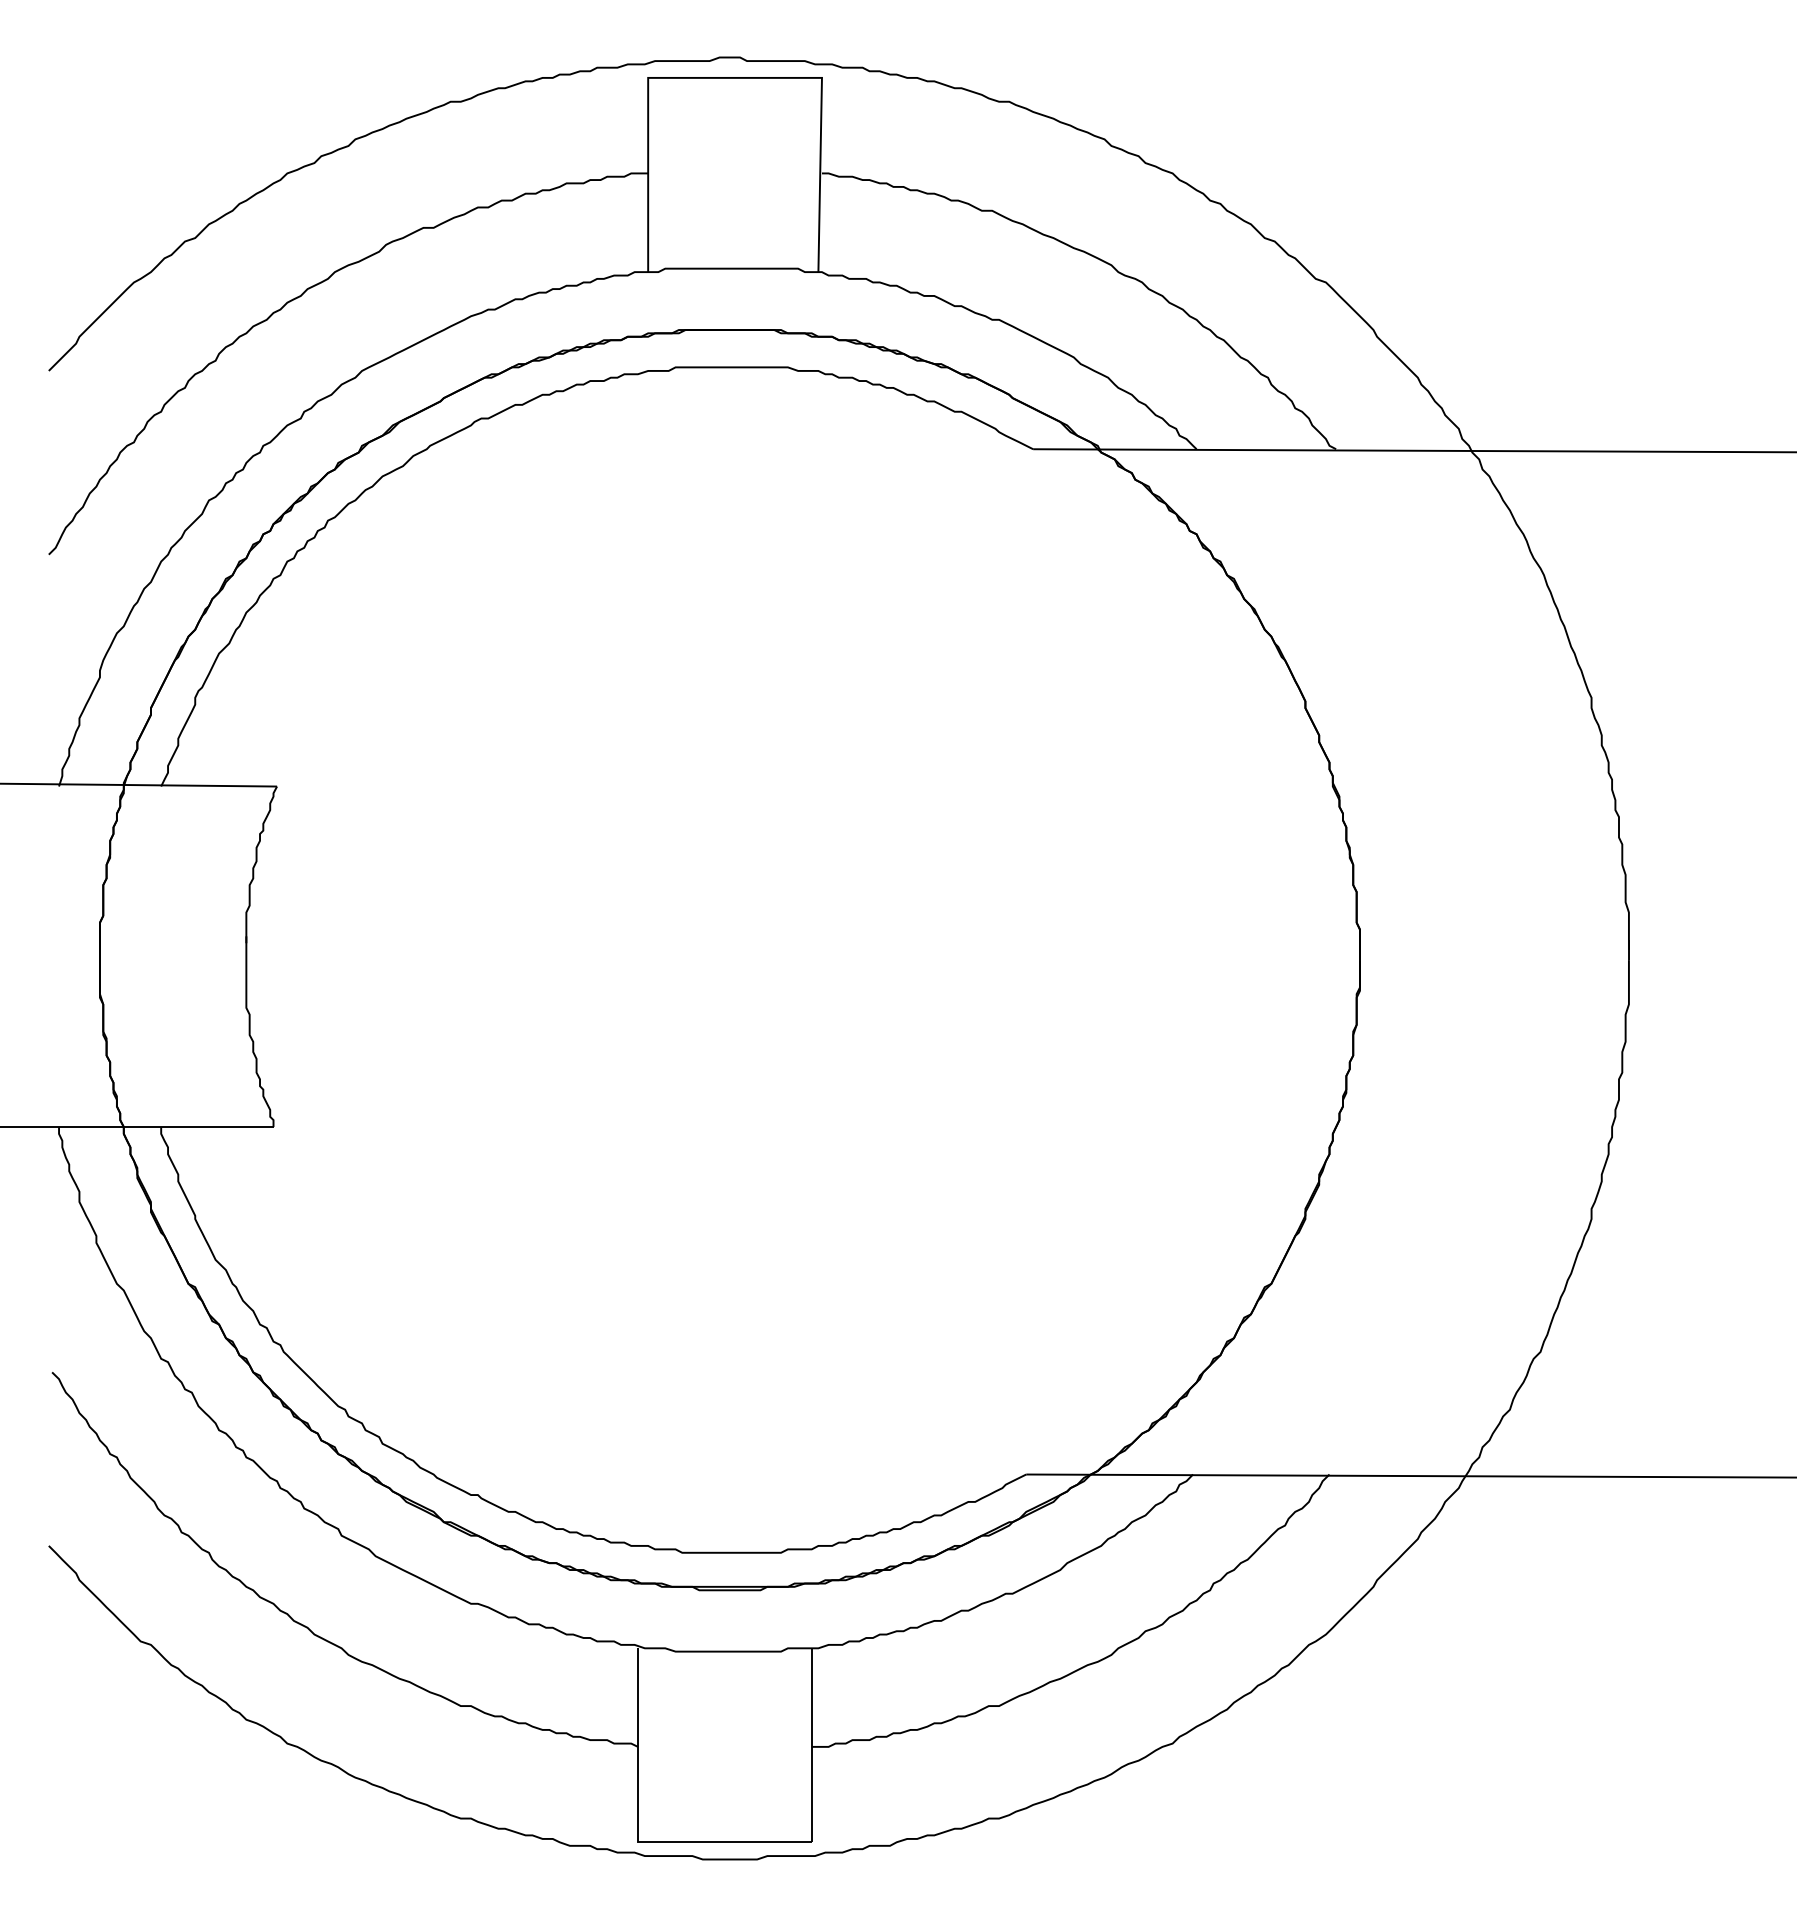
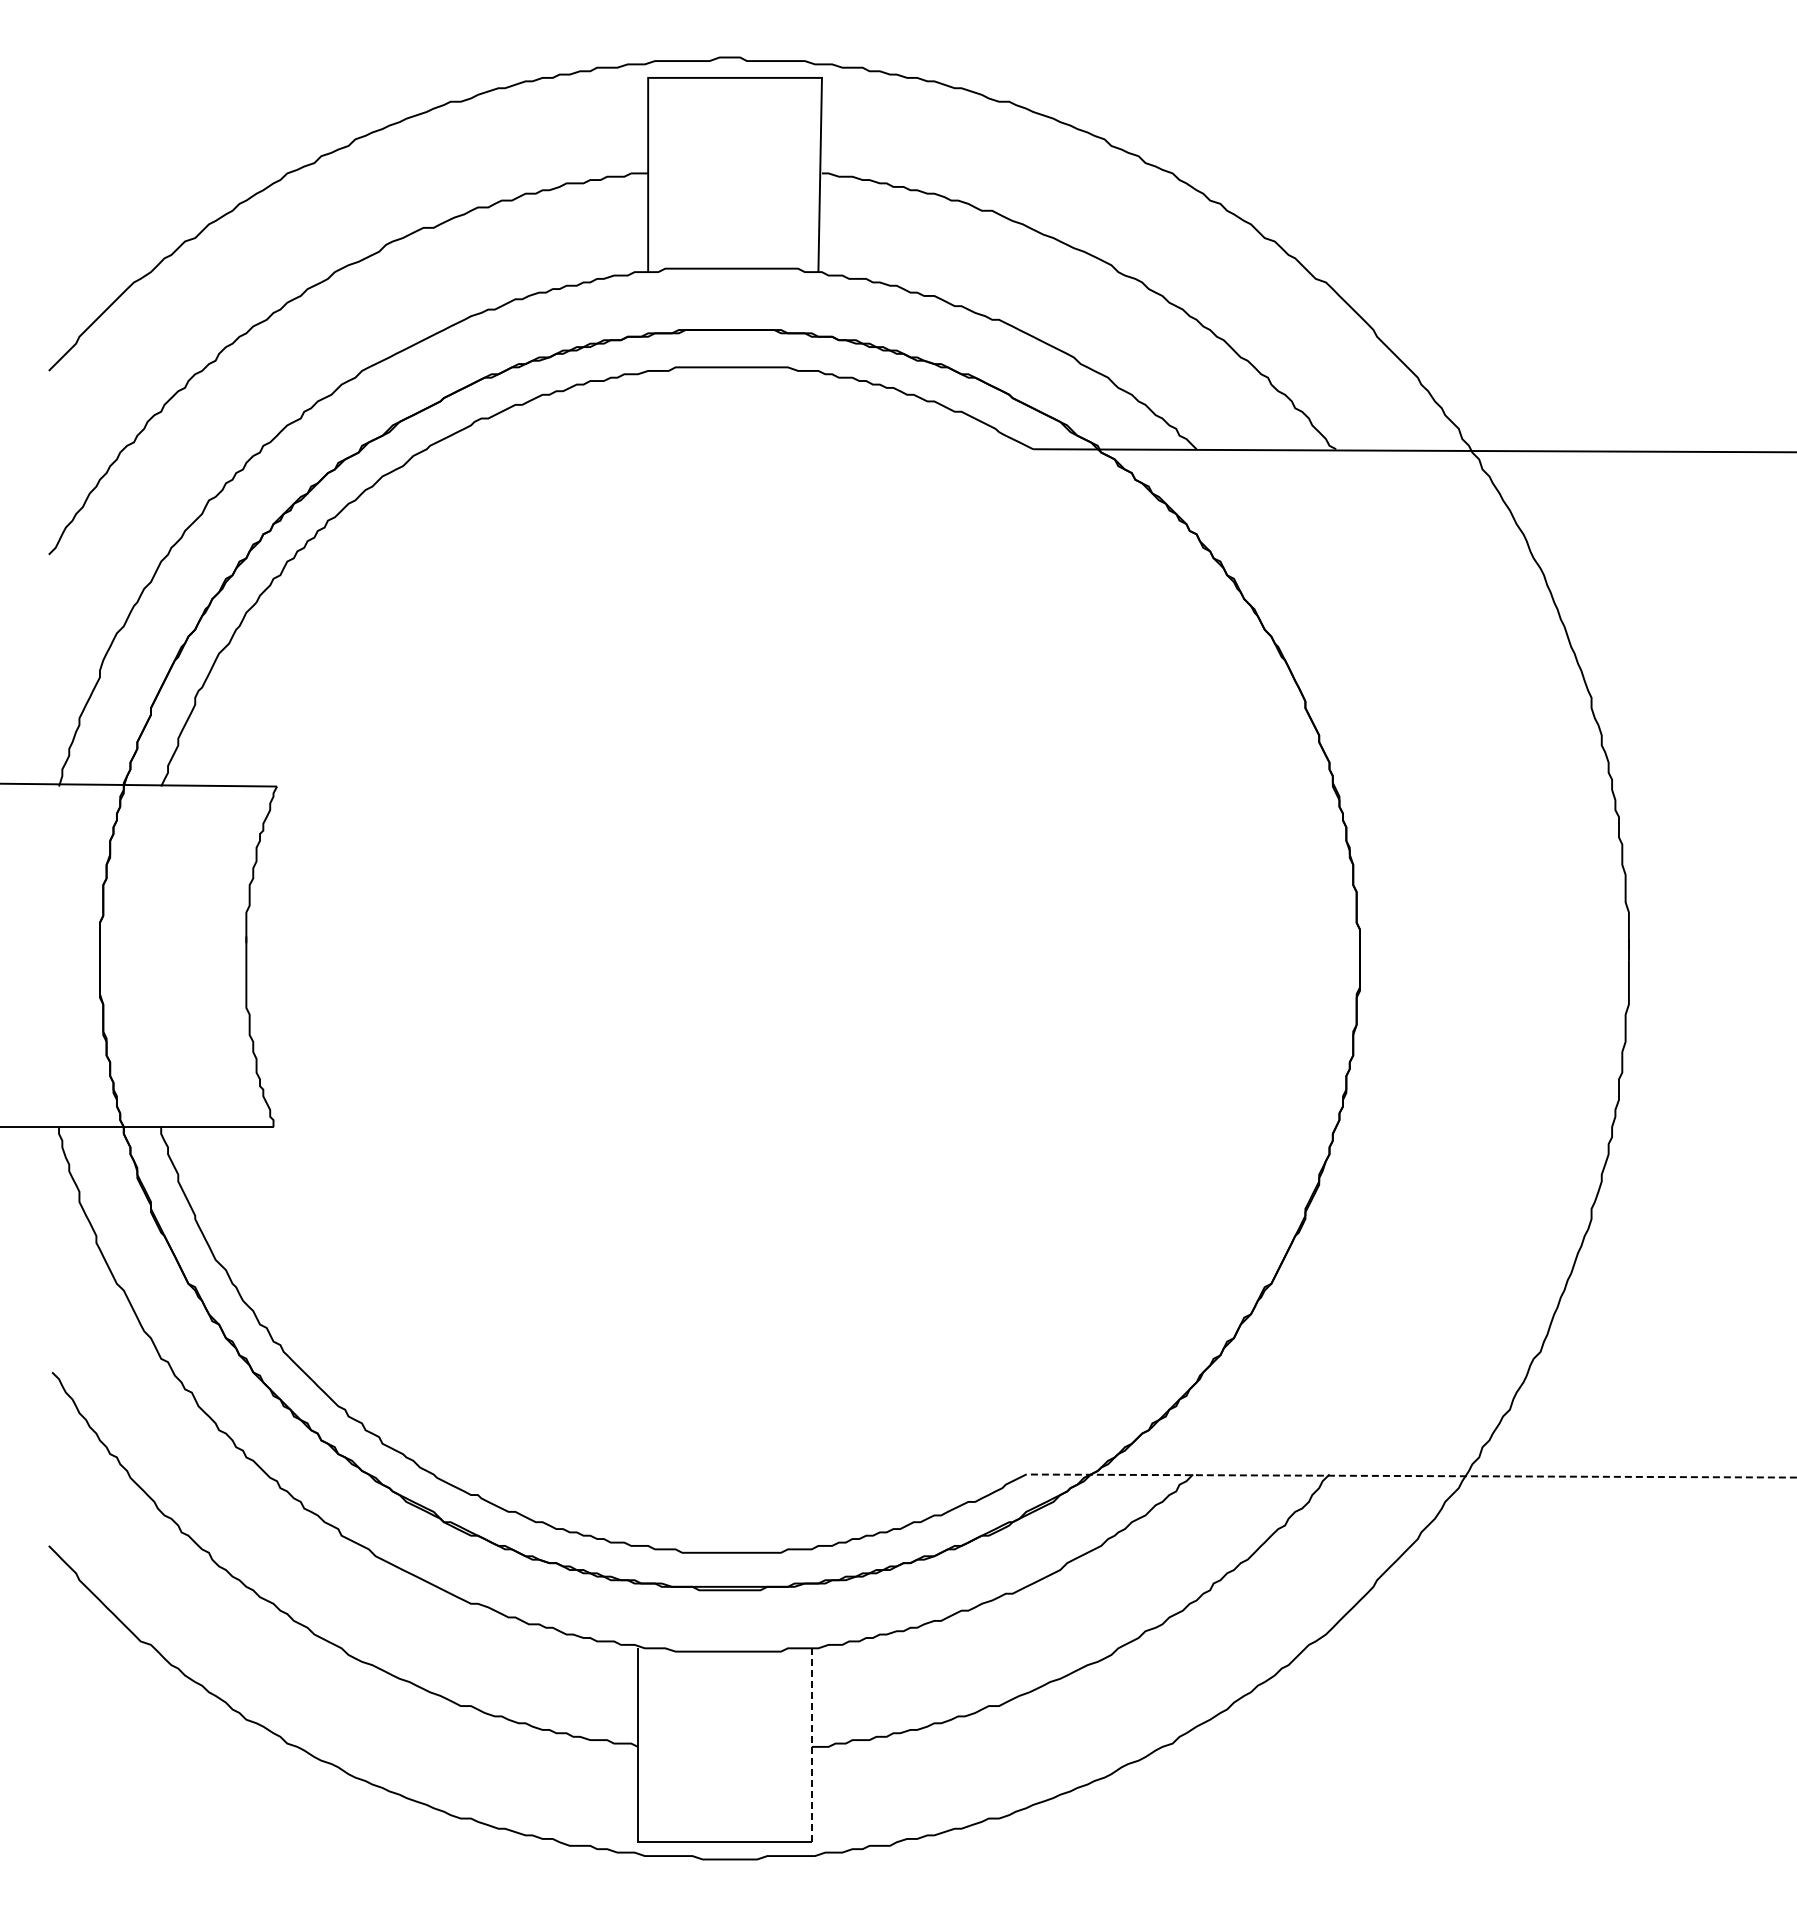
line at (1410, 1476): solid -> dashed
line at (811, 1745): solid -> dashed
